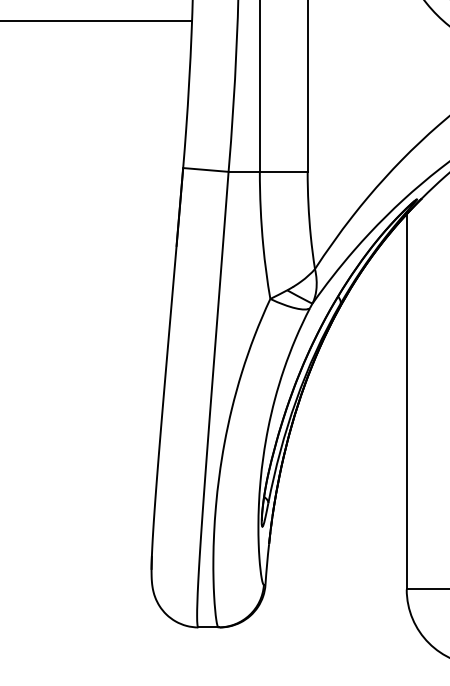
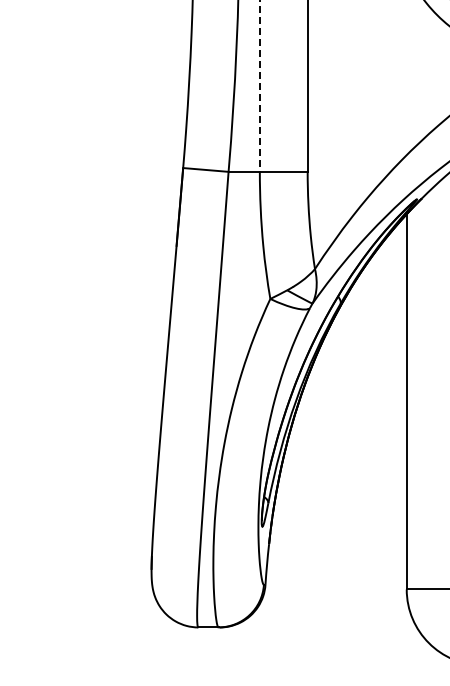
line at (97, 20): present -> none
line at (259, 85): solid -> dashed
